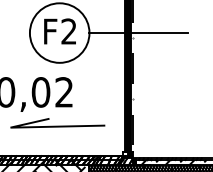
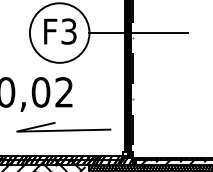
text at (68, 31): F2 -> F3
line at (57, 125) position: (57, 125) -> (63, 129)
